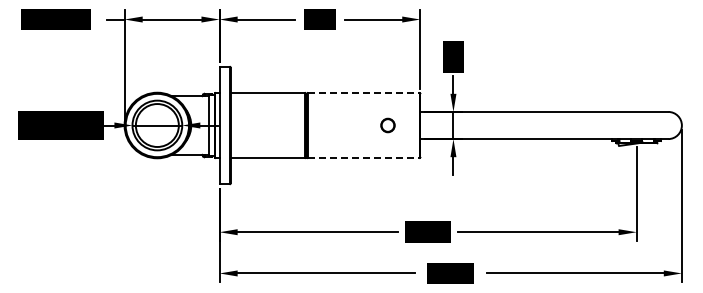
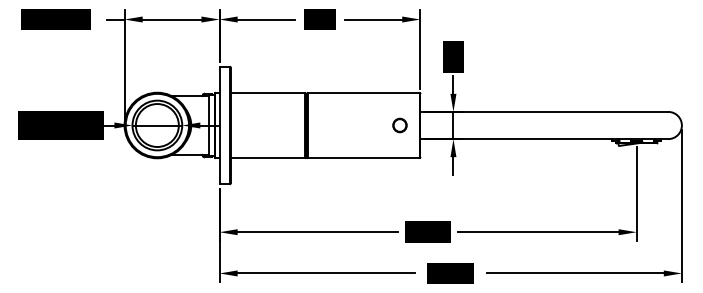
line at (364, 93): dashed -> solid
part at (387, 125) position: (387, 125) -> (399, 125)
line at (364, 157): dashed -> solid
